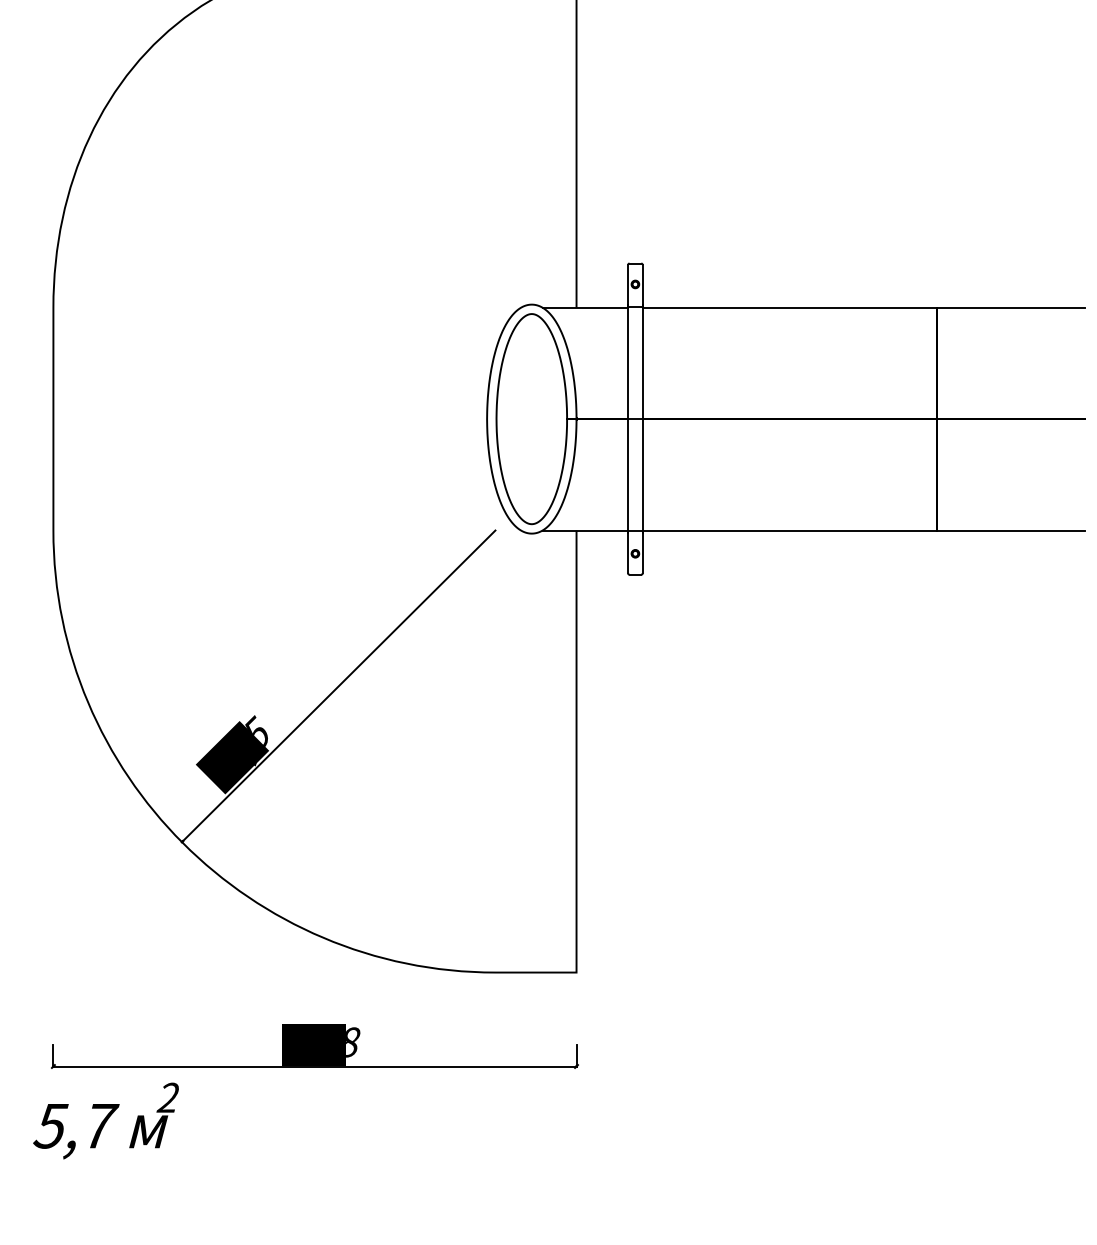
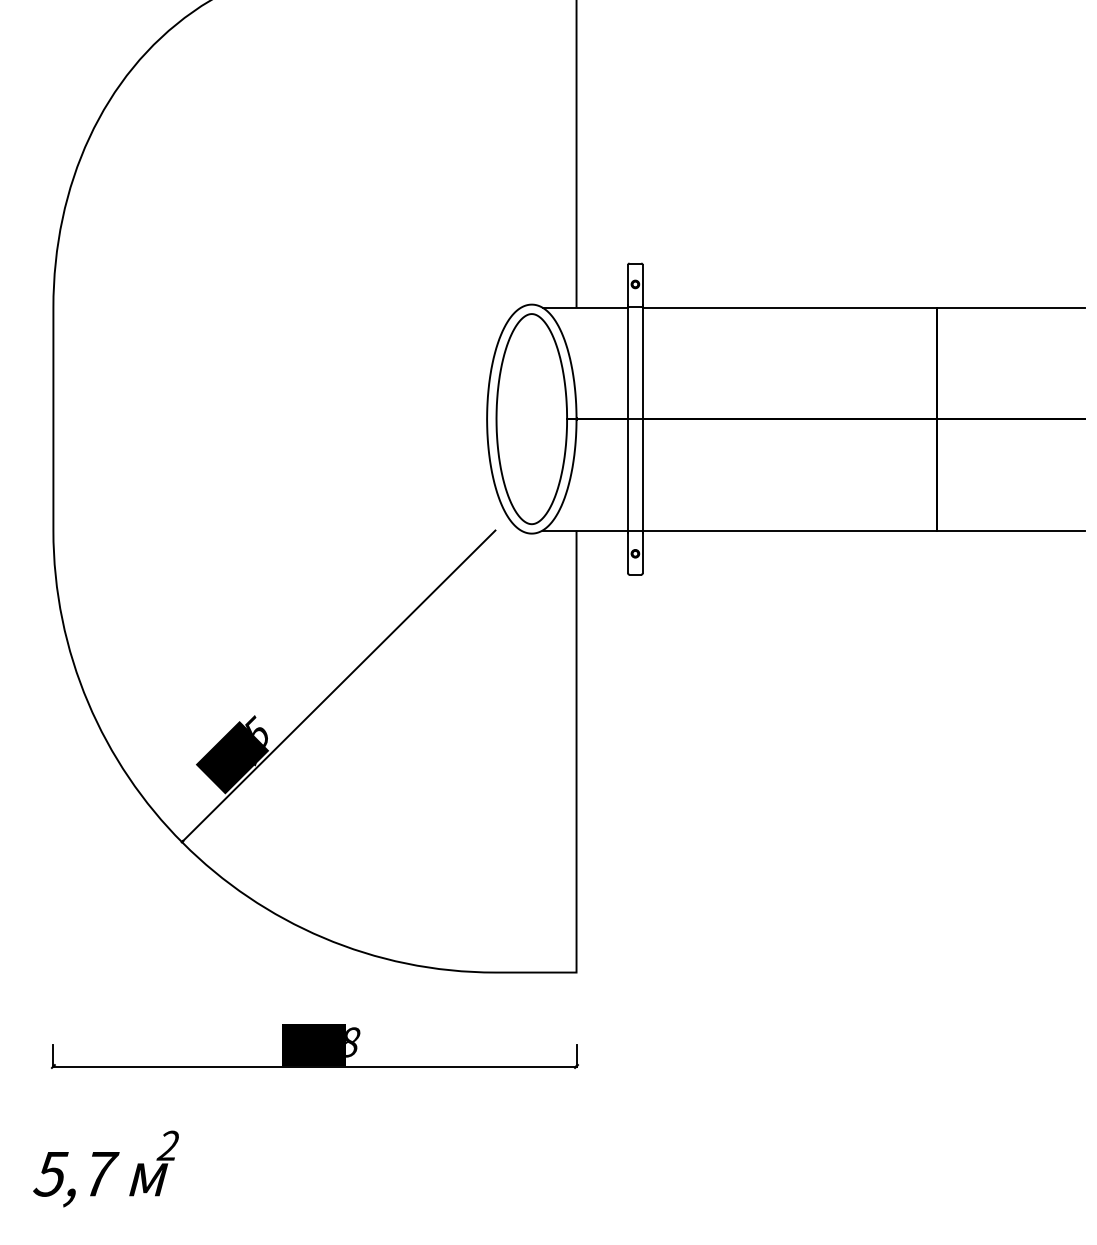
text at (105, 1120) position: (105, 1120) -> (105, 1168)
